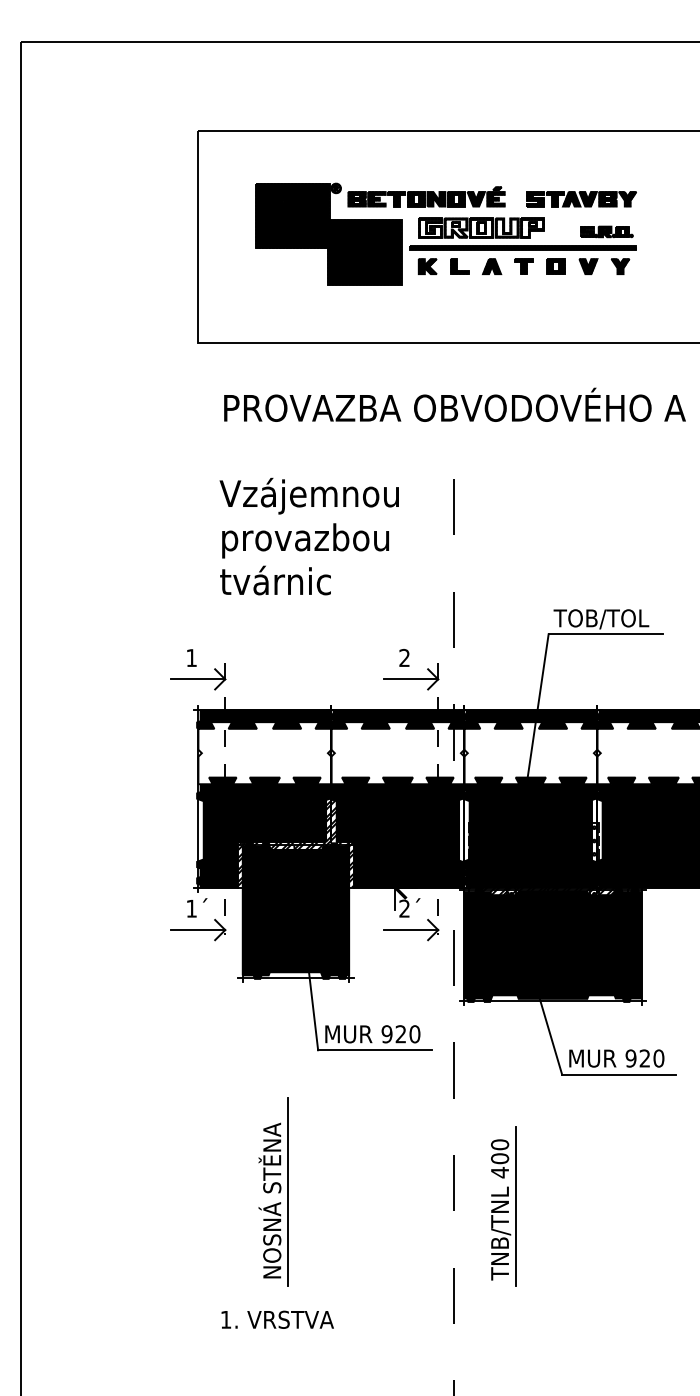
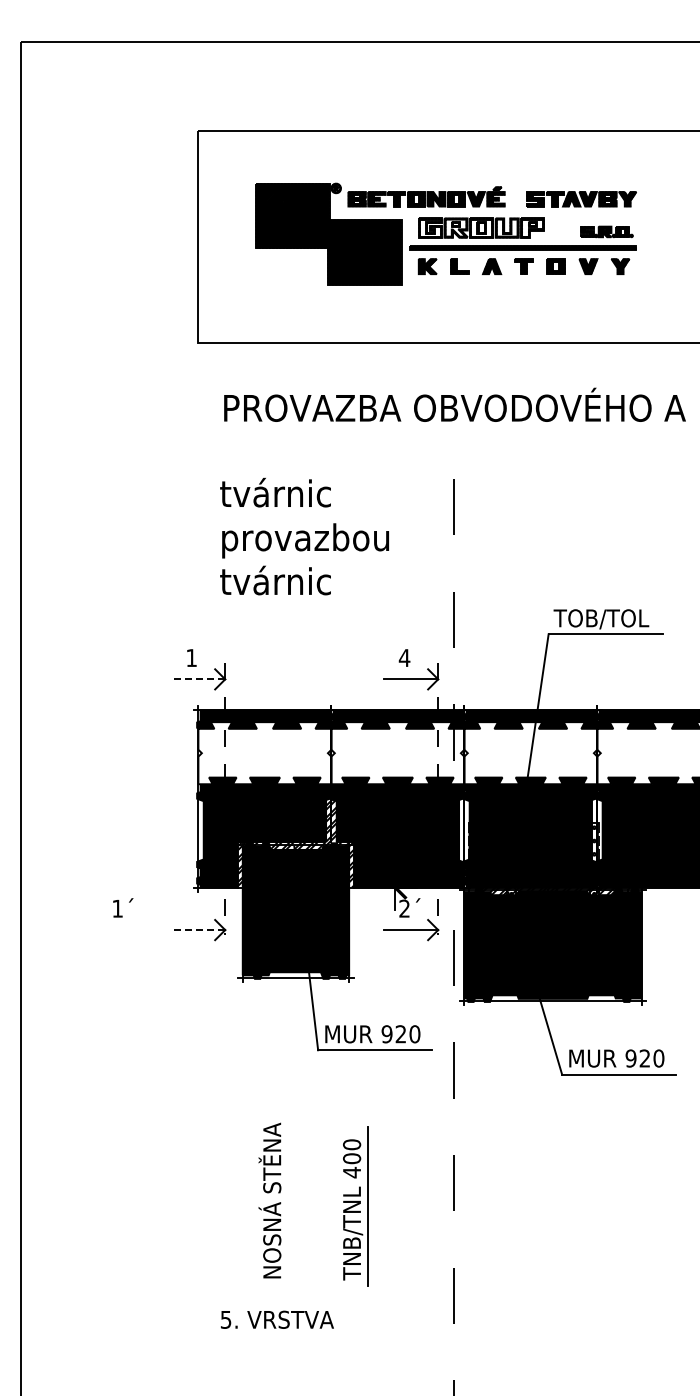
text at (308, 495): Vzájemnou -> tvárnic
text at (404, 657): 2 -> 4
line at (197, 679): solid -> dashed
text at (197, 907) position: (197, 907) -> (123, 907)
line at (197, 930): solid -> dashed
line at (288, 1191): present -> none
part at (503, 1206) position: (503, 1206) -> (355, 1206)
text at (225, 1319): 1. -> 5.
